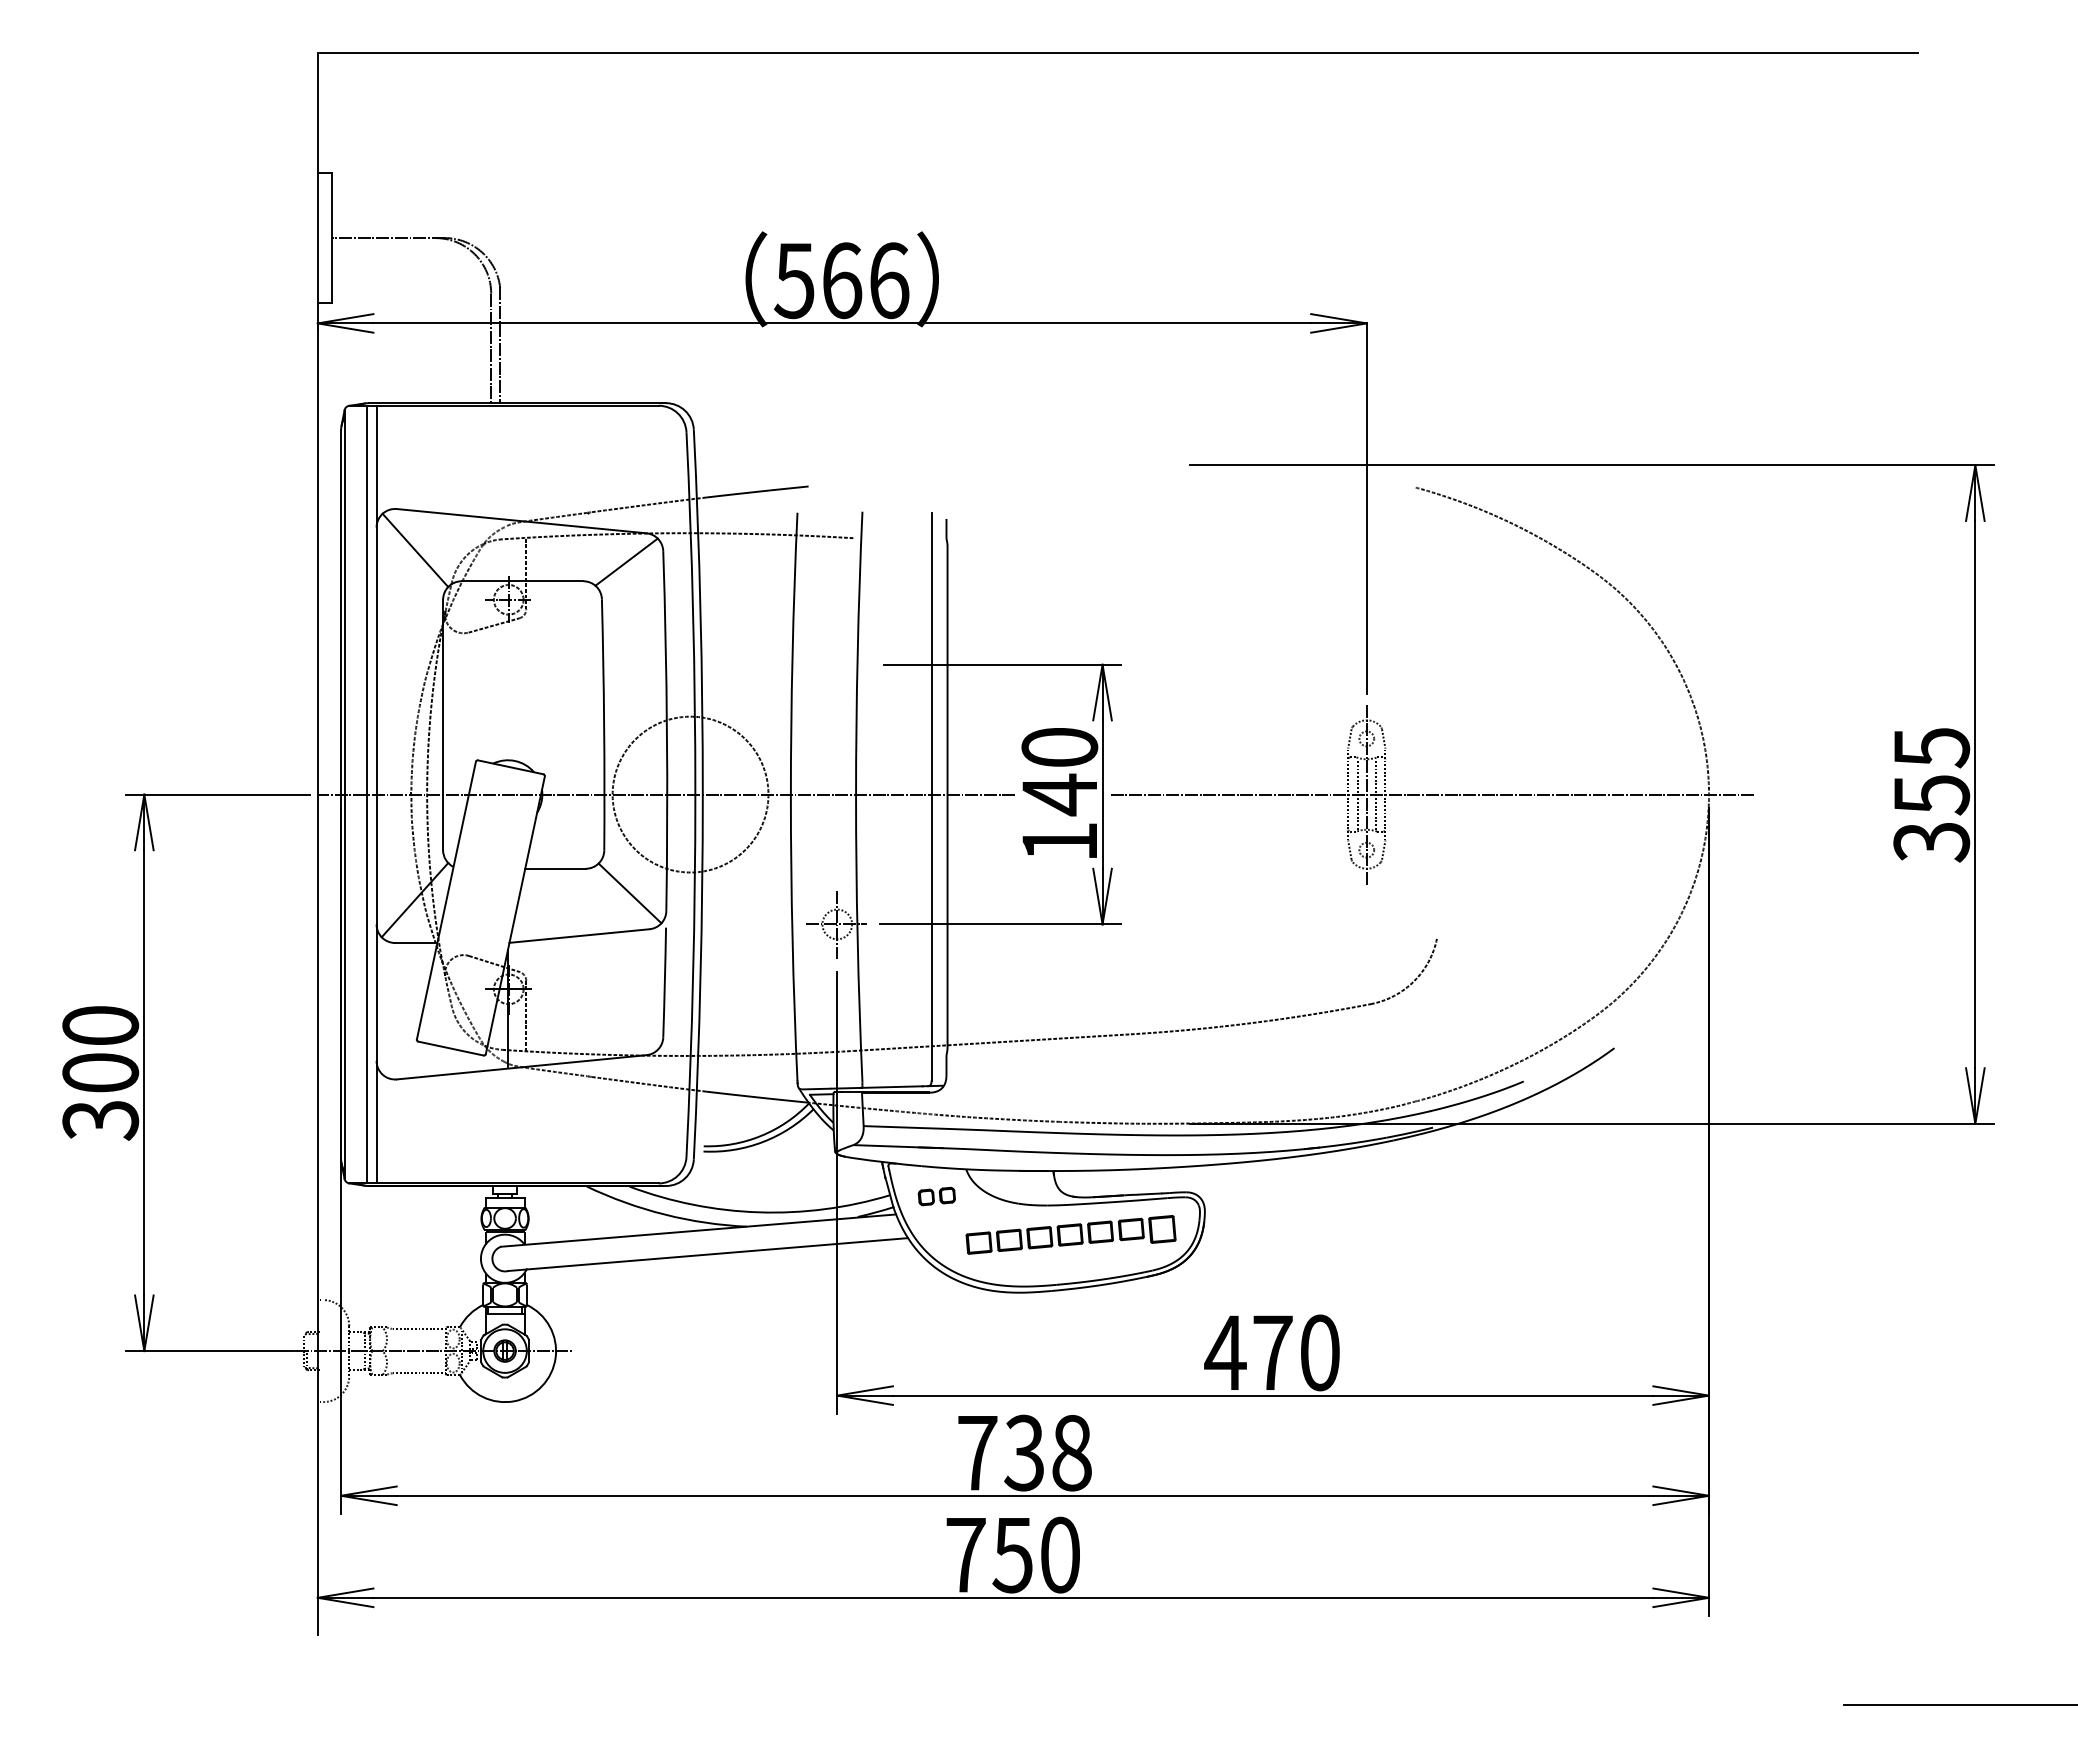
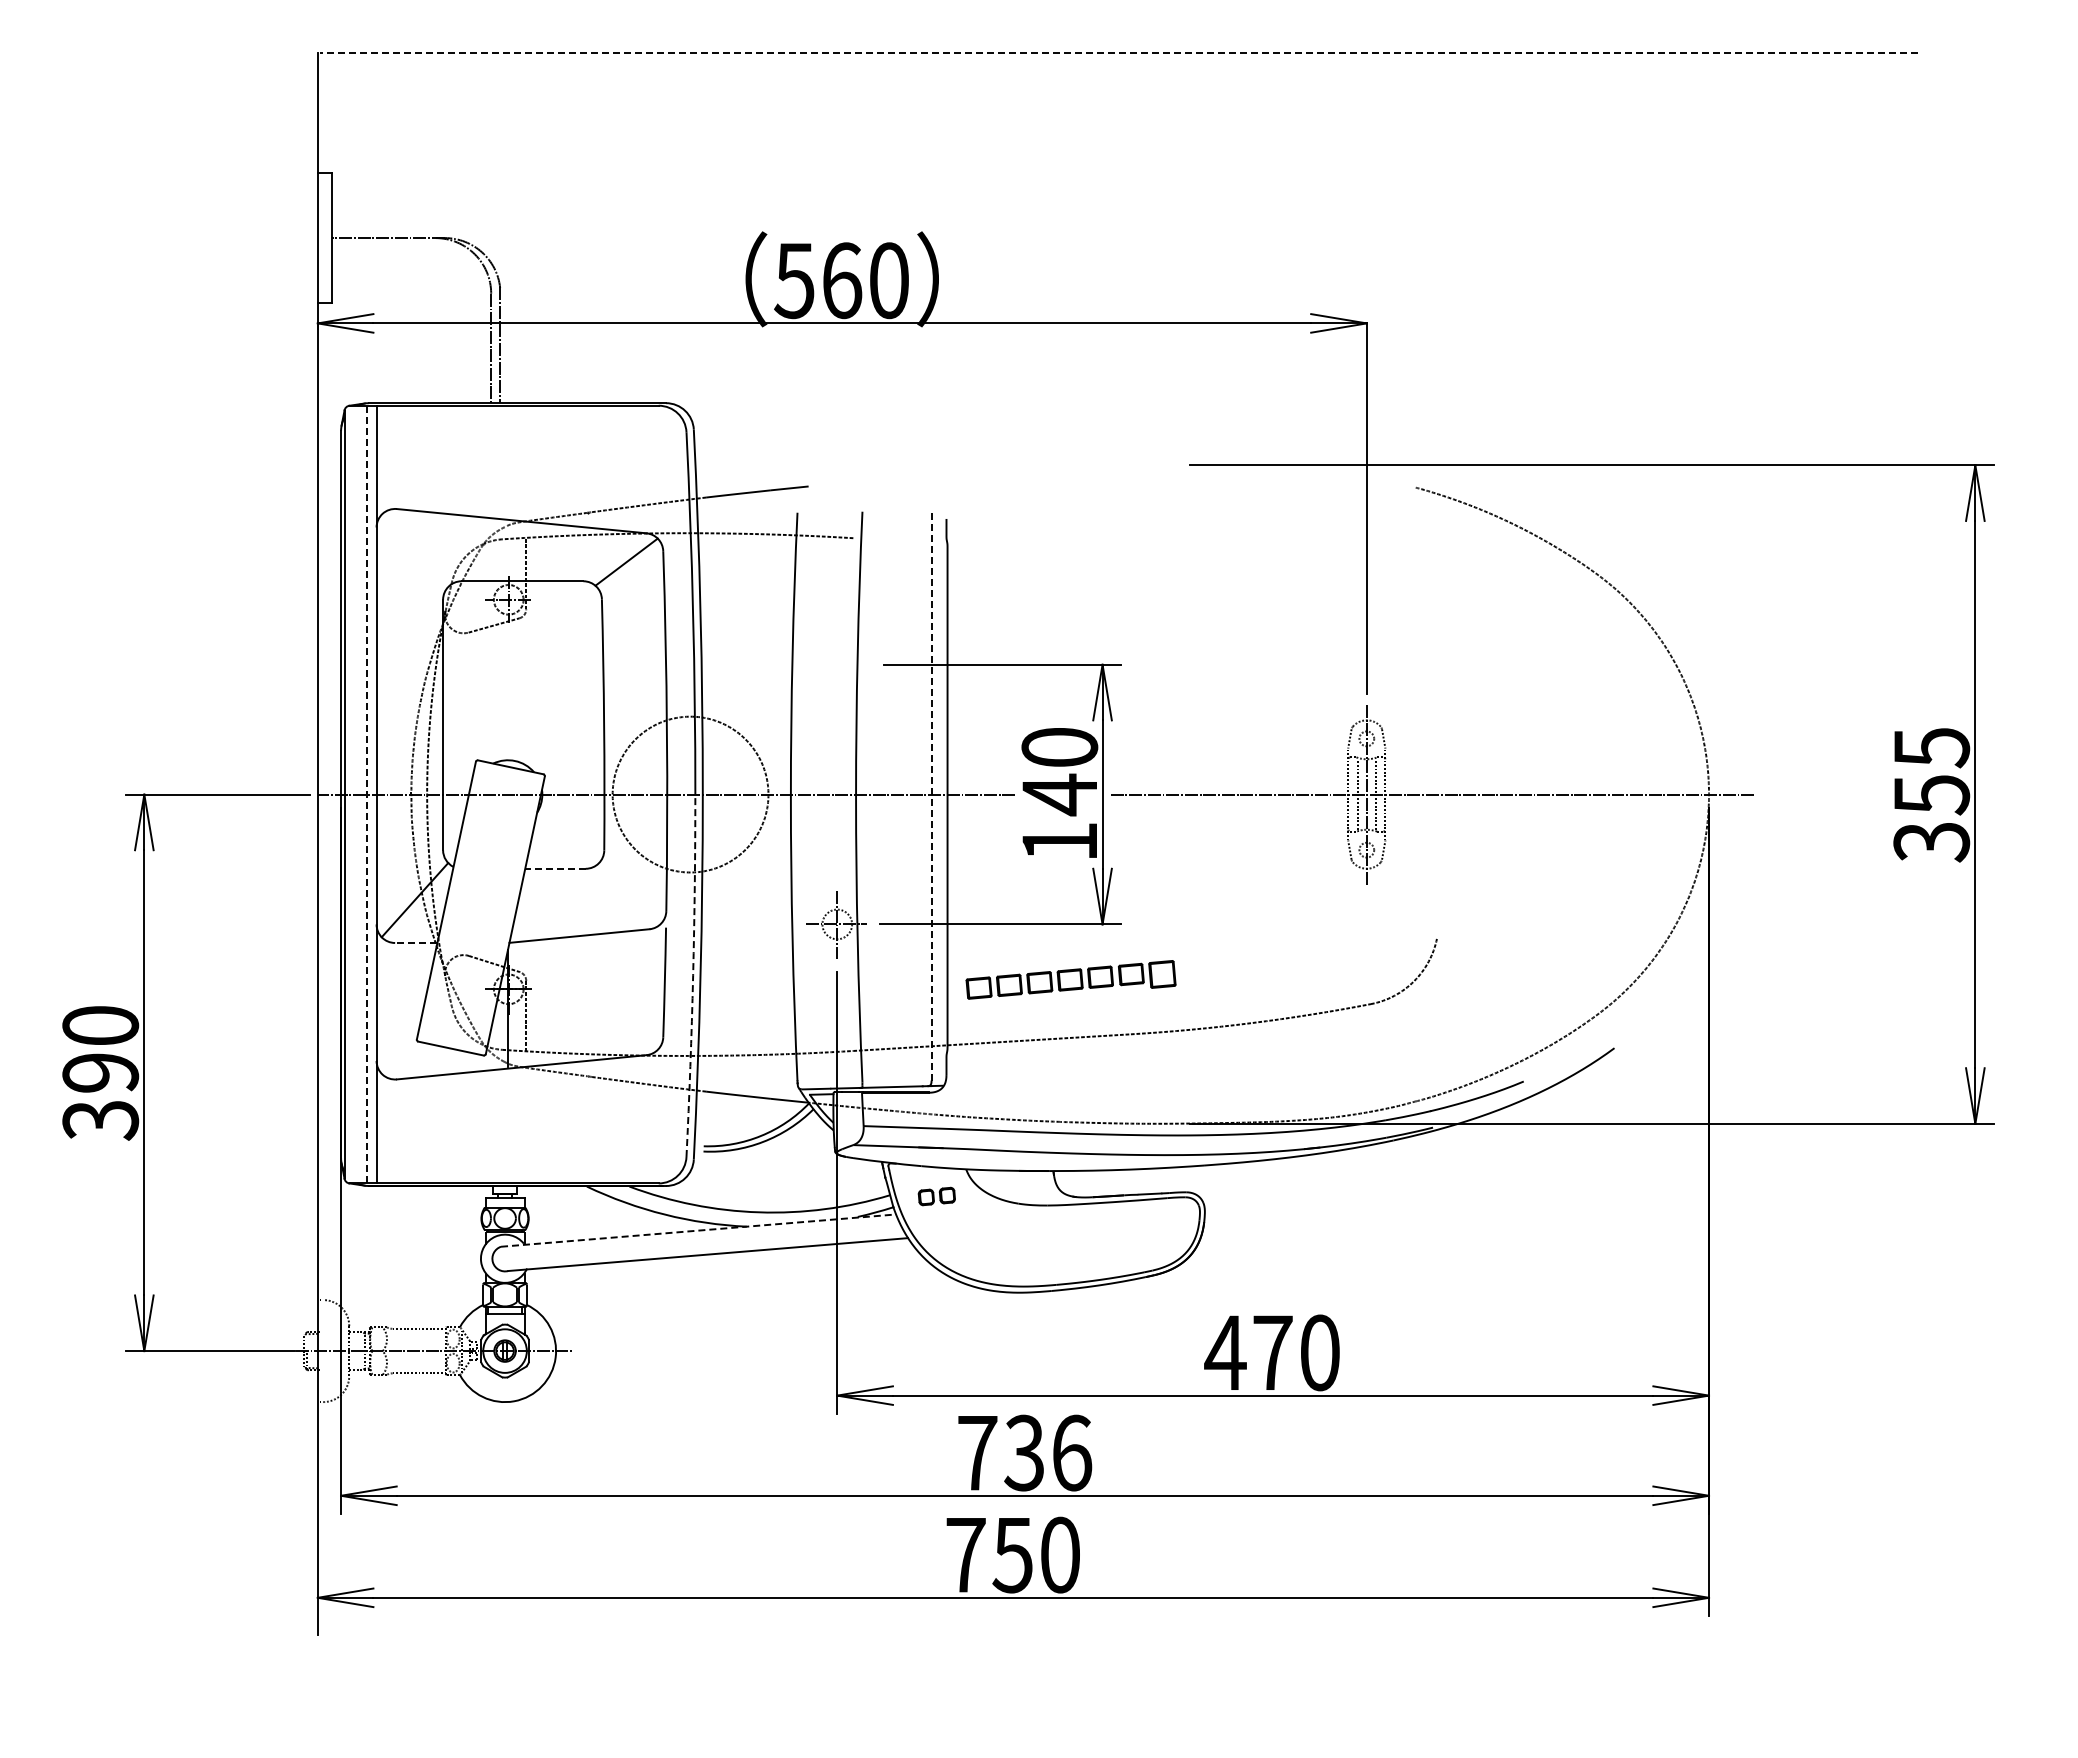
line at (1118, 52): solid -> dashed
text at (889, 280): 566 -> 560
line at (415, 550): present -> none
line at (366, 794): solid -> dashed
line at (931, 797): solid -> dashed
line at (554, 868): solid -> dashed
line at (629, 893): present -> none
line at (415, 942): solid -> dashed
arc at (693, 975): solid -> dashed
text at (100, 1072): 300 -> 390
line at (699, 1230): solid -> dashed
part at (1070, 1234) position: (1070, 1234) -> (1070, 979)
text at (1072, 1452): 738 -> 736
line at (1958, 1705): present -> none
